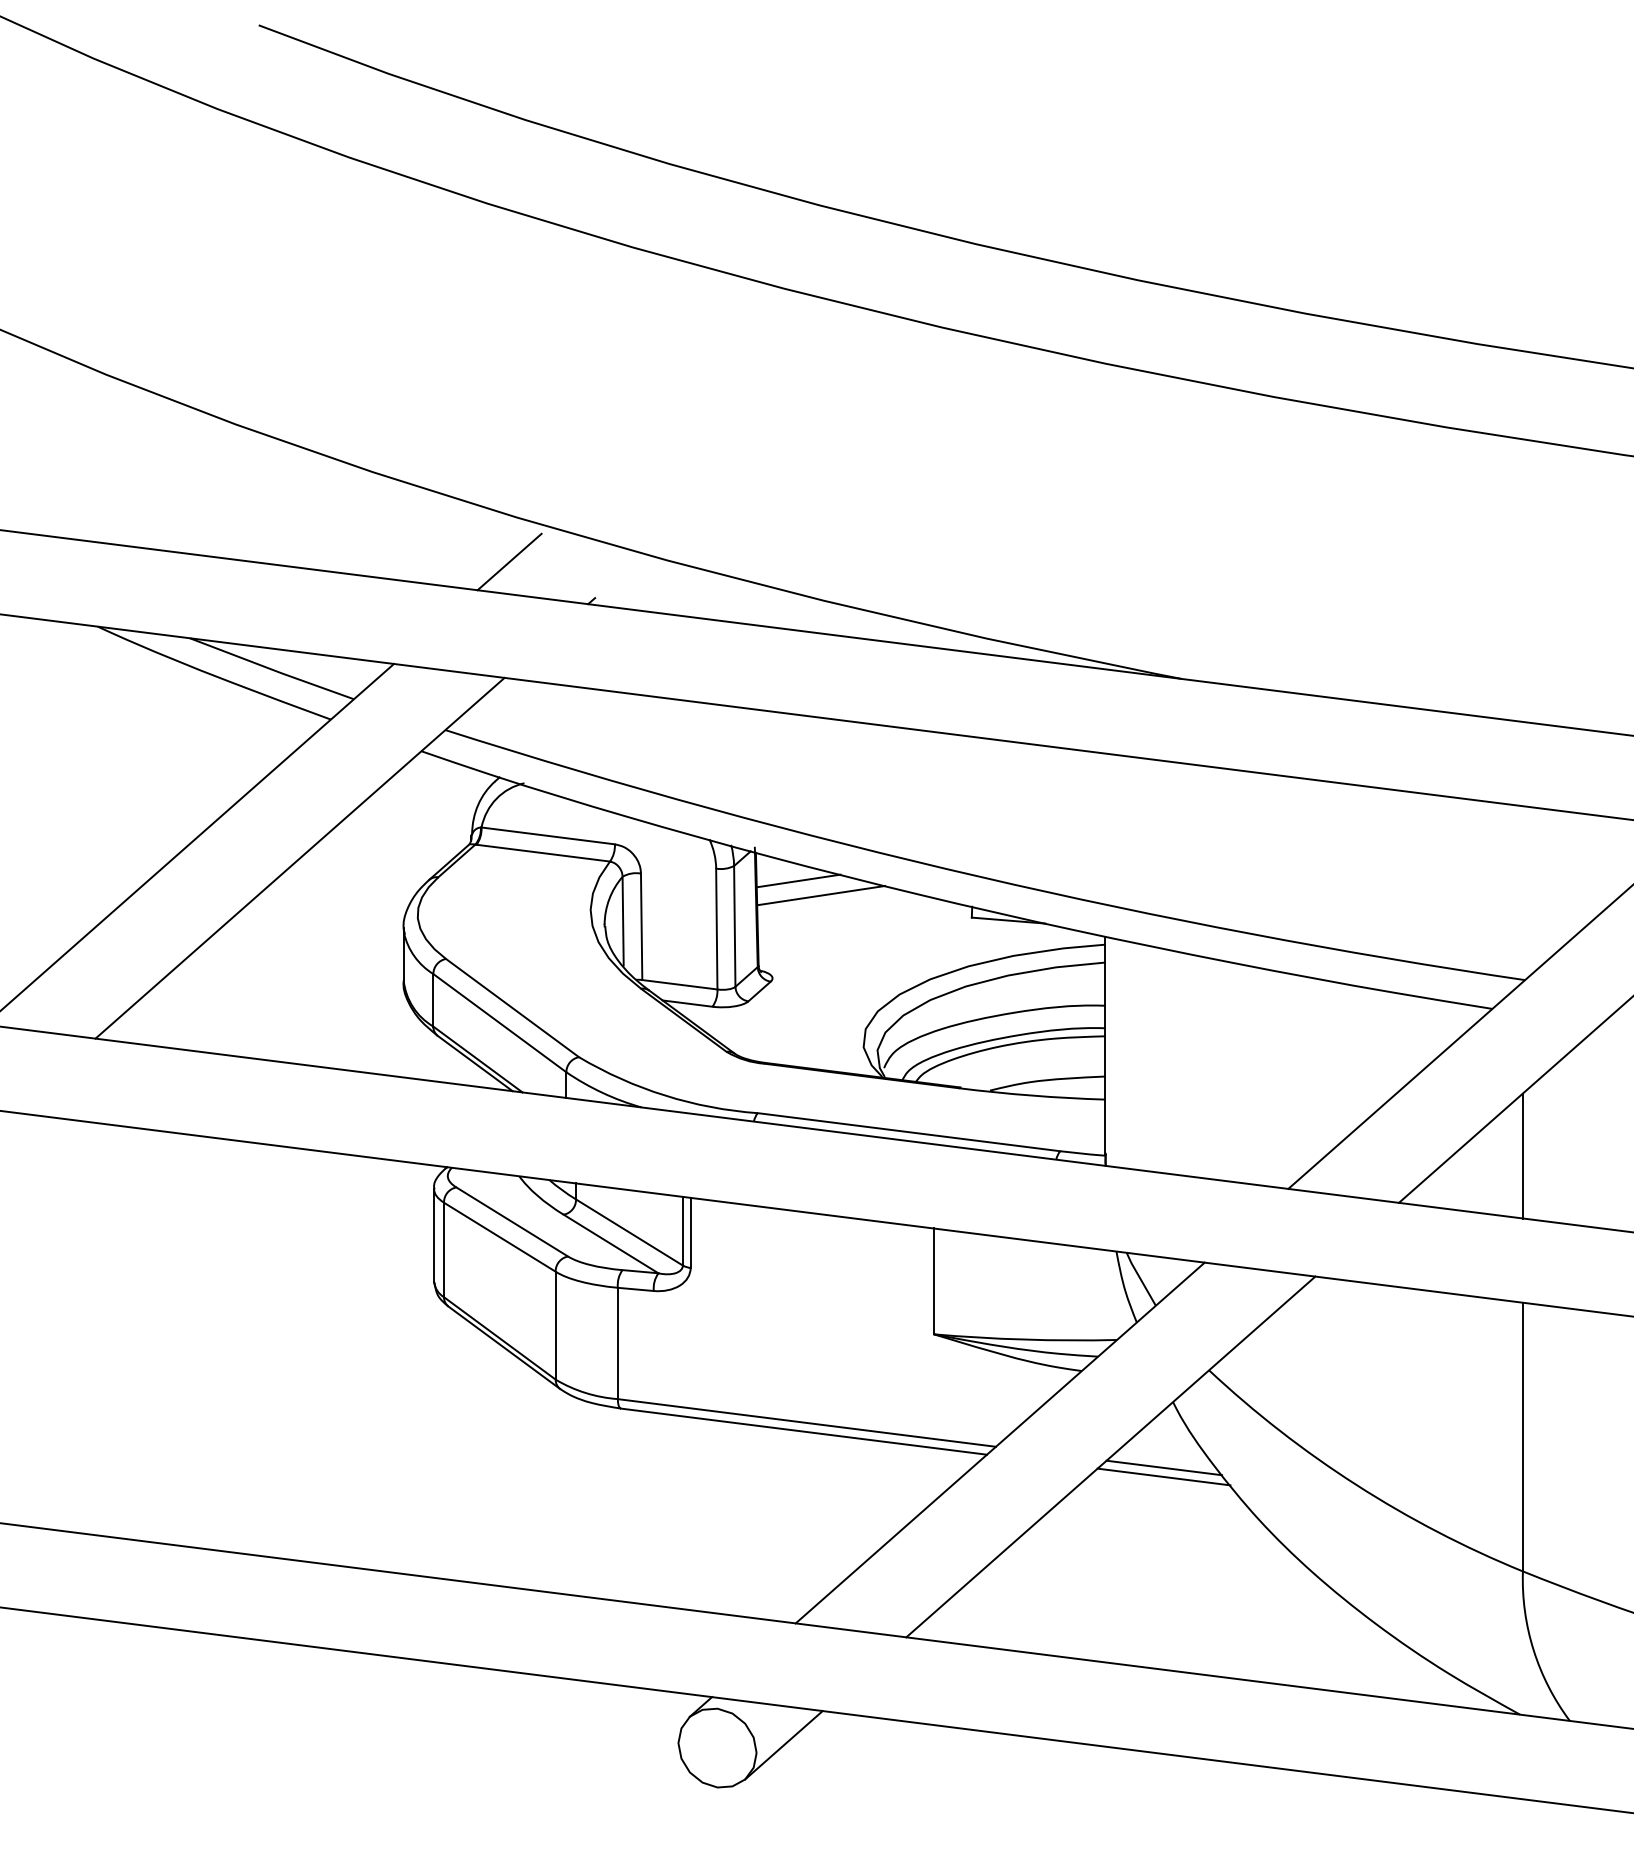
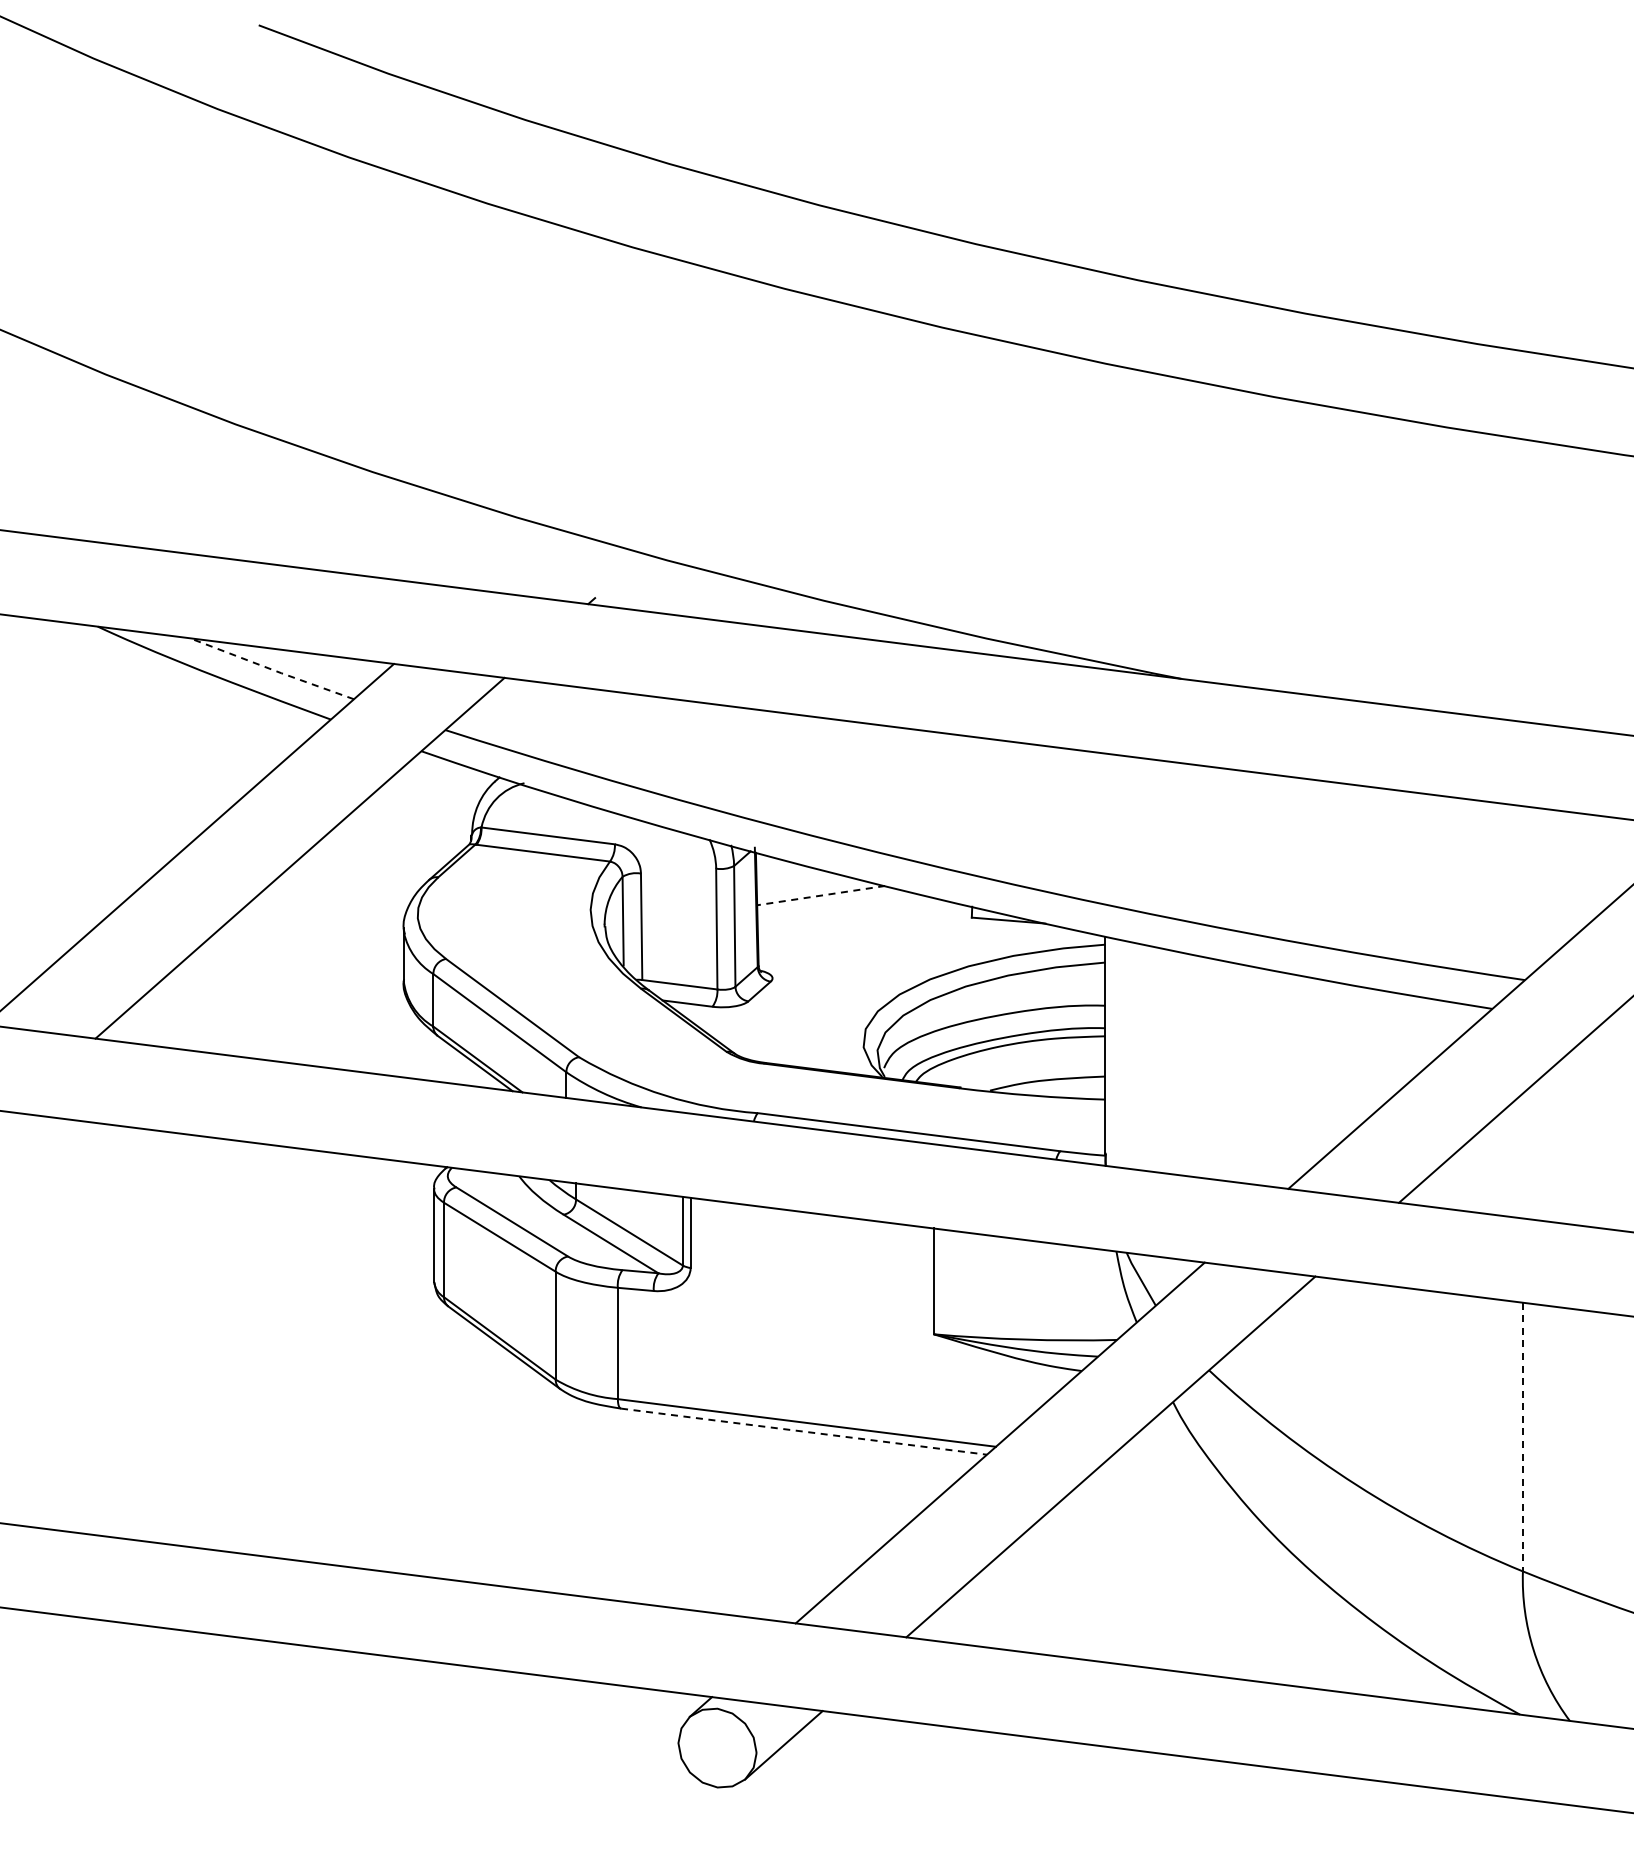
line at (509, 561): present -> none
line at (271, 669): solid -> dashed
line at (798, 880): present -> none
line at (821, 895): solid -> dashed
line at (1522, 1155): present -> none
line at (804, 1431): solid -> dashed
line at (1522, 1437): solid -> dashed
line at (1164, 1467): present -> none
line at (1163, 1476): present -> none
